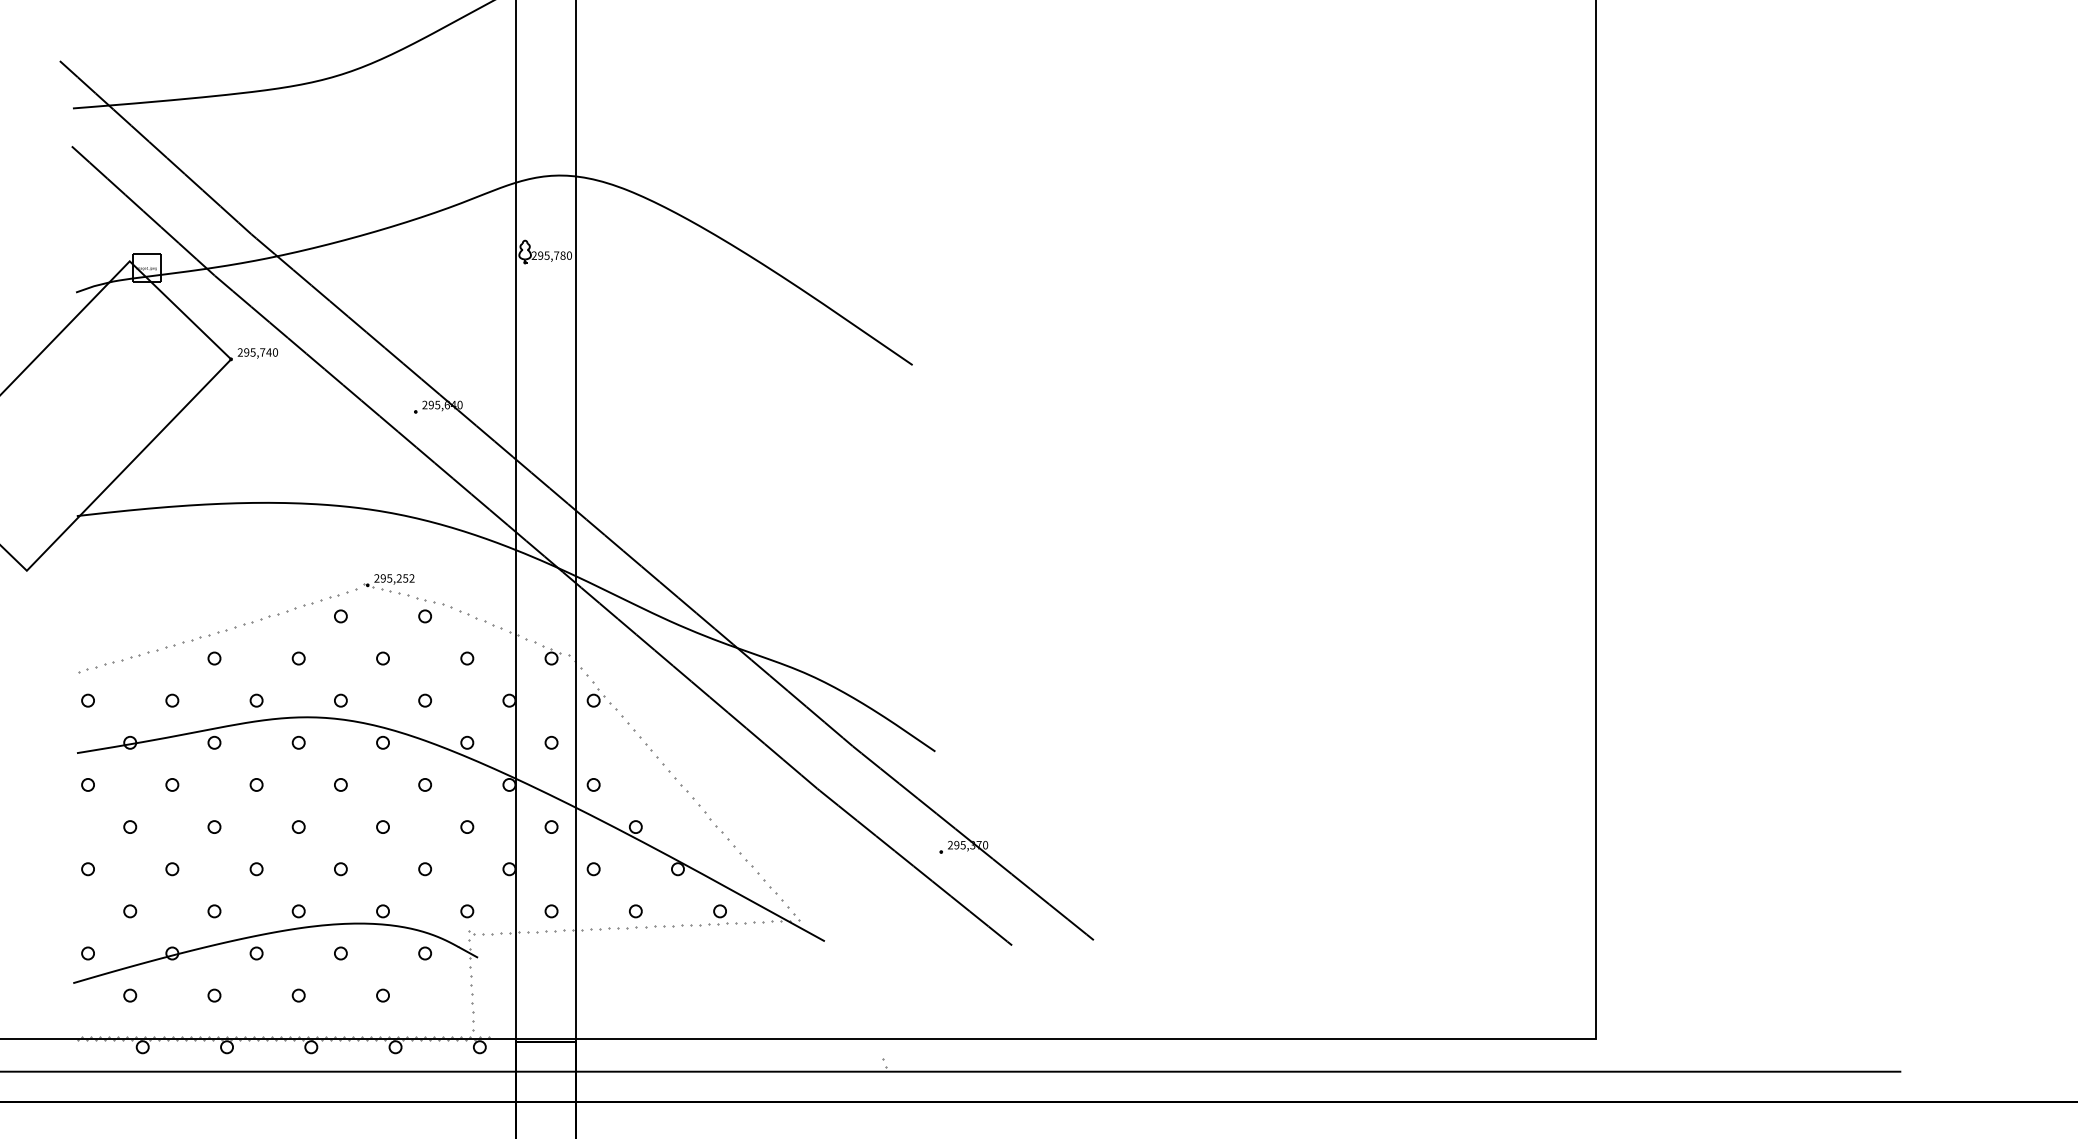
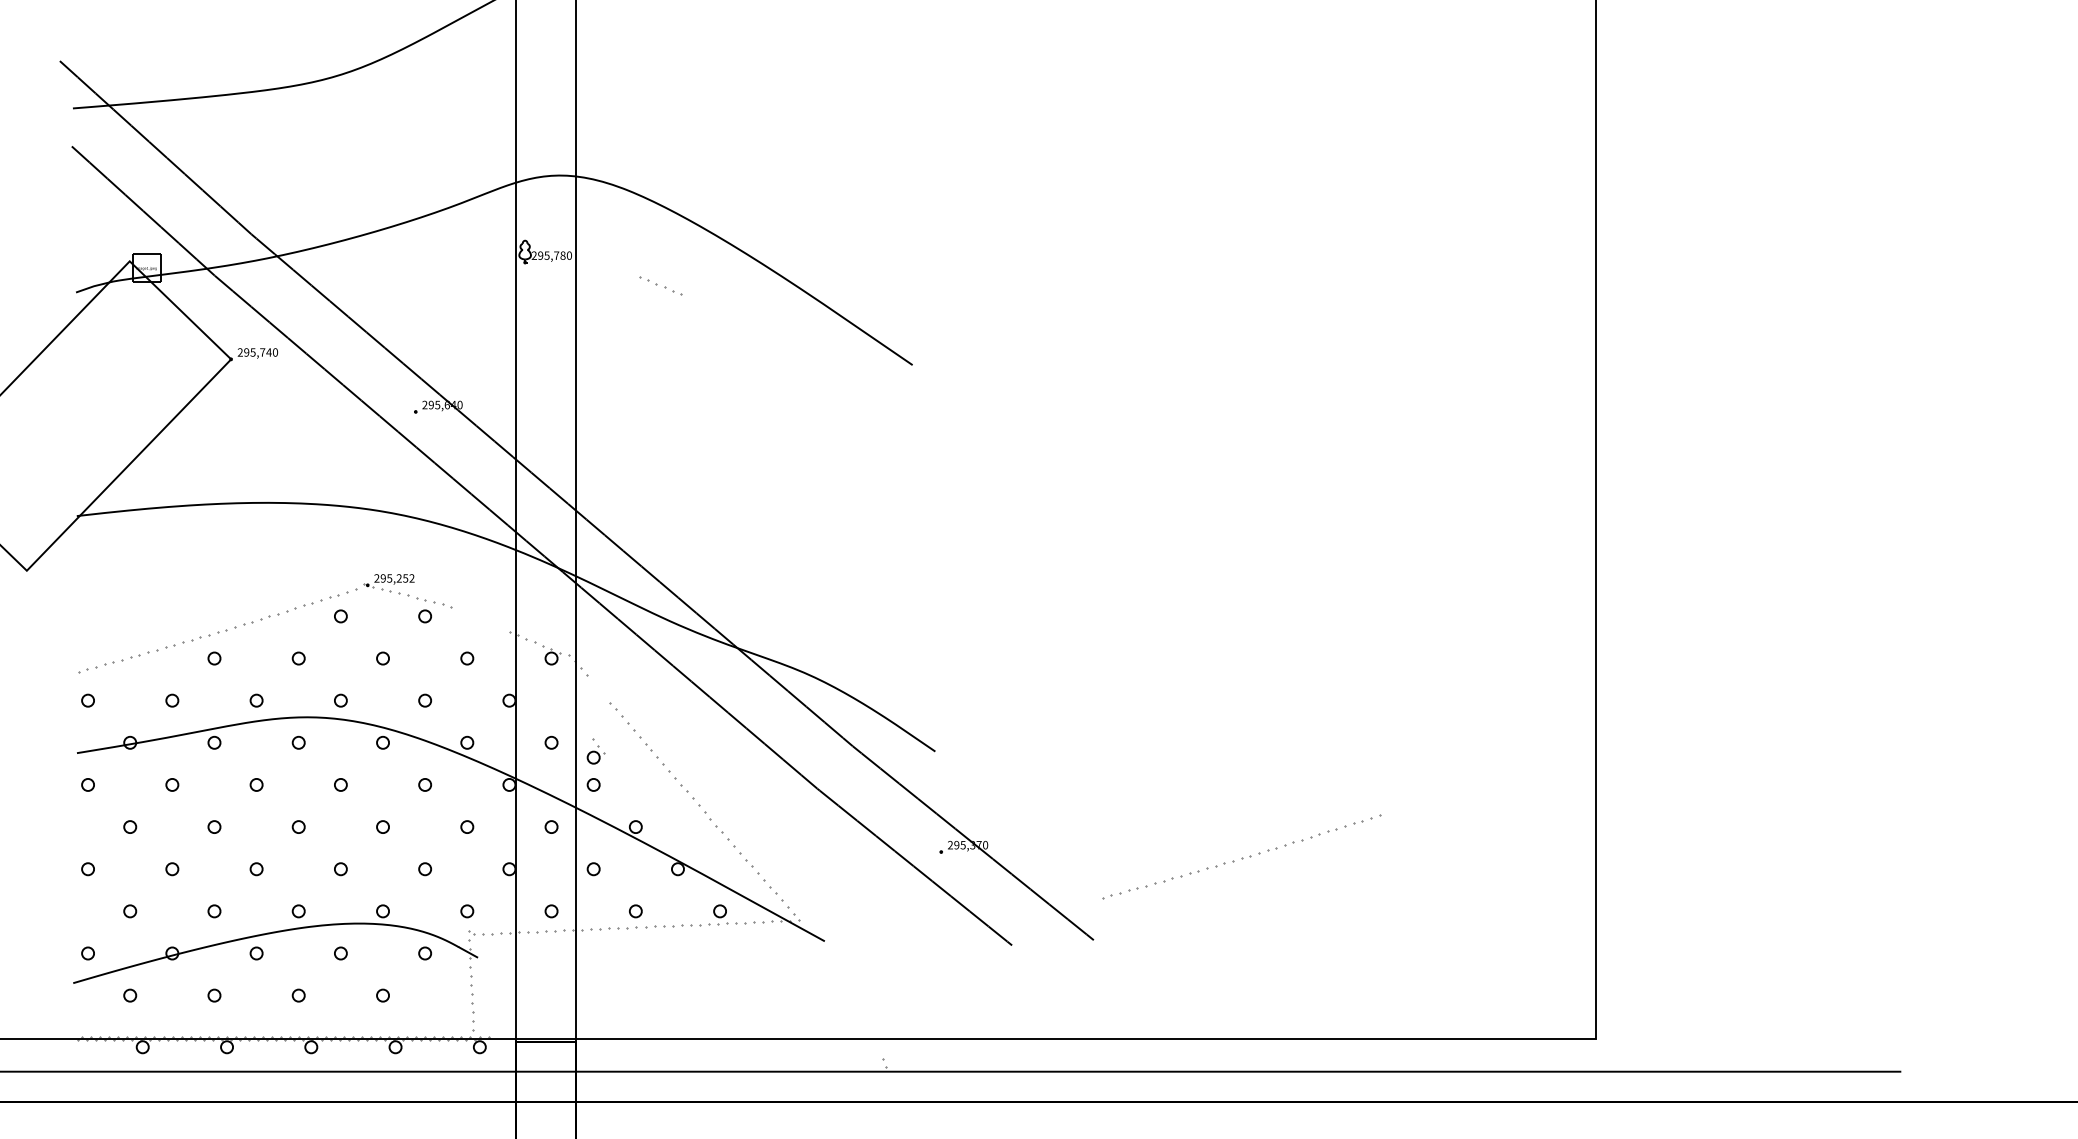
part at (480, 619) position: (480, 619) -> (660, 285)
part at (595, 694) position: (595, 694) -> (595, 751)
part at (1241, 856): none -> present
